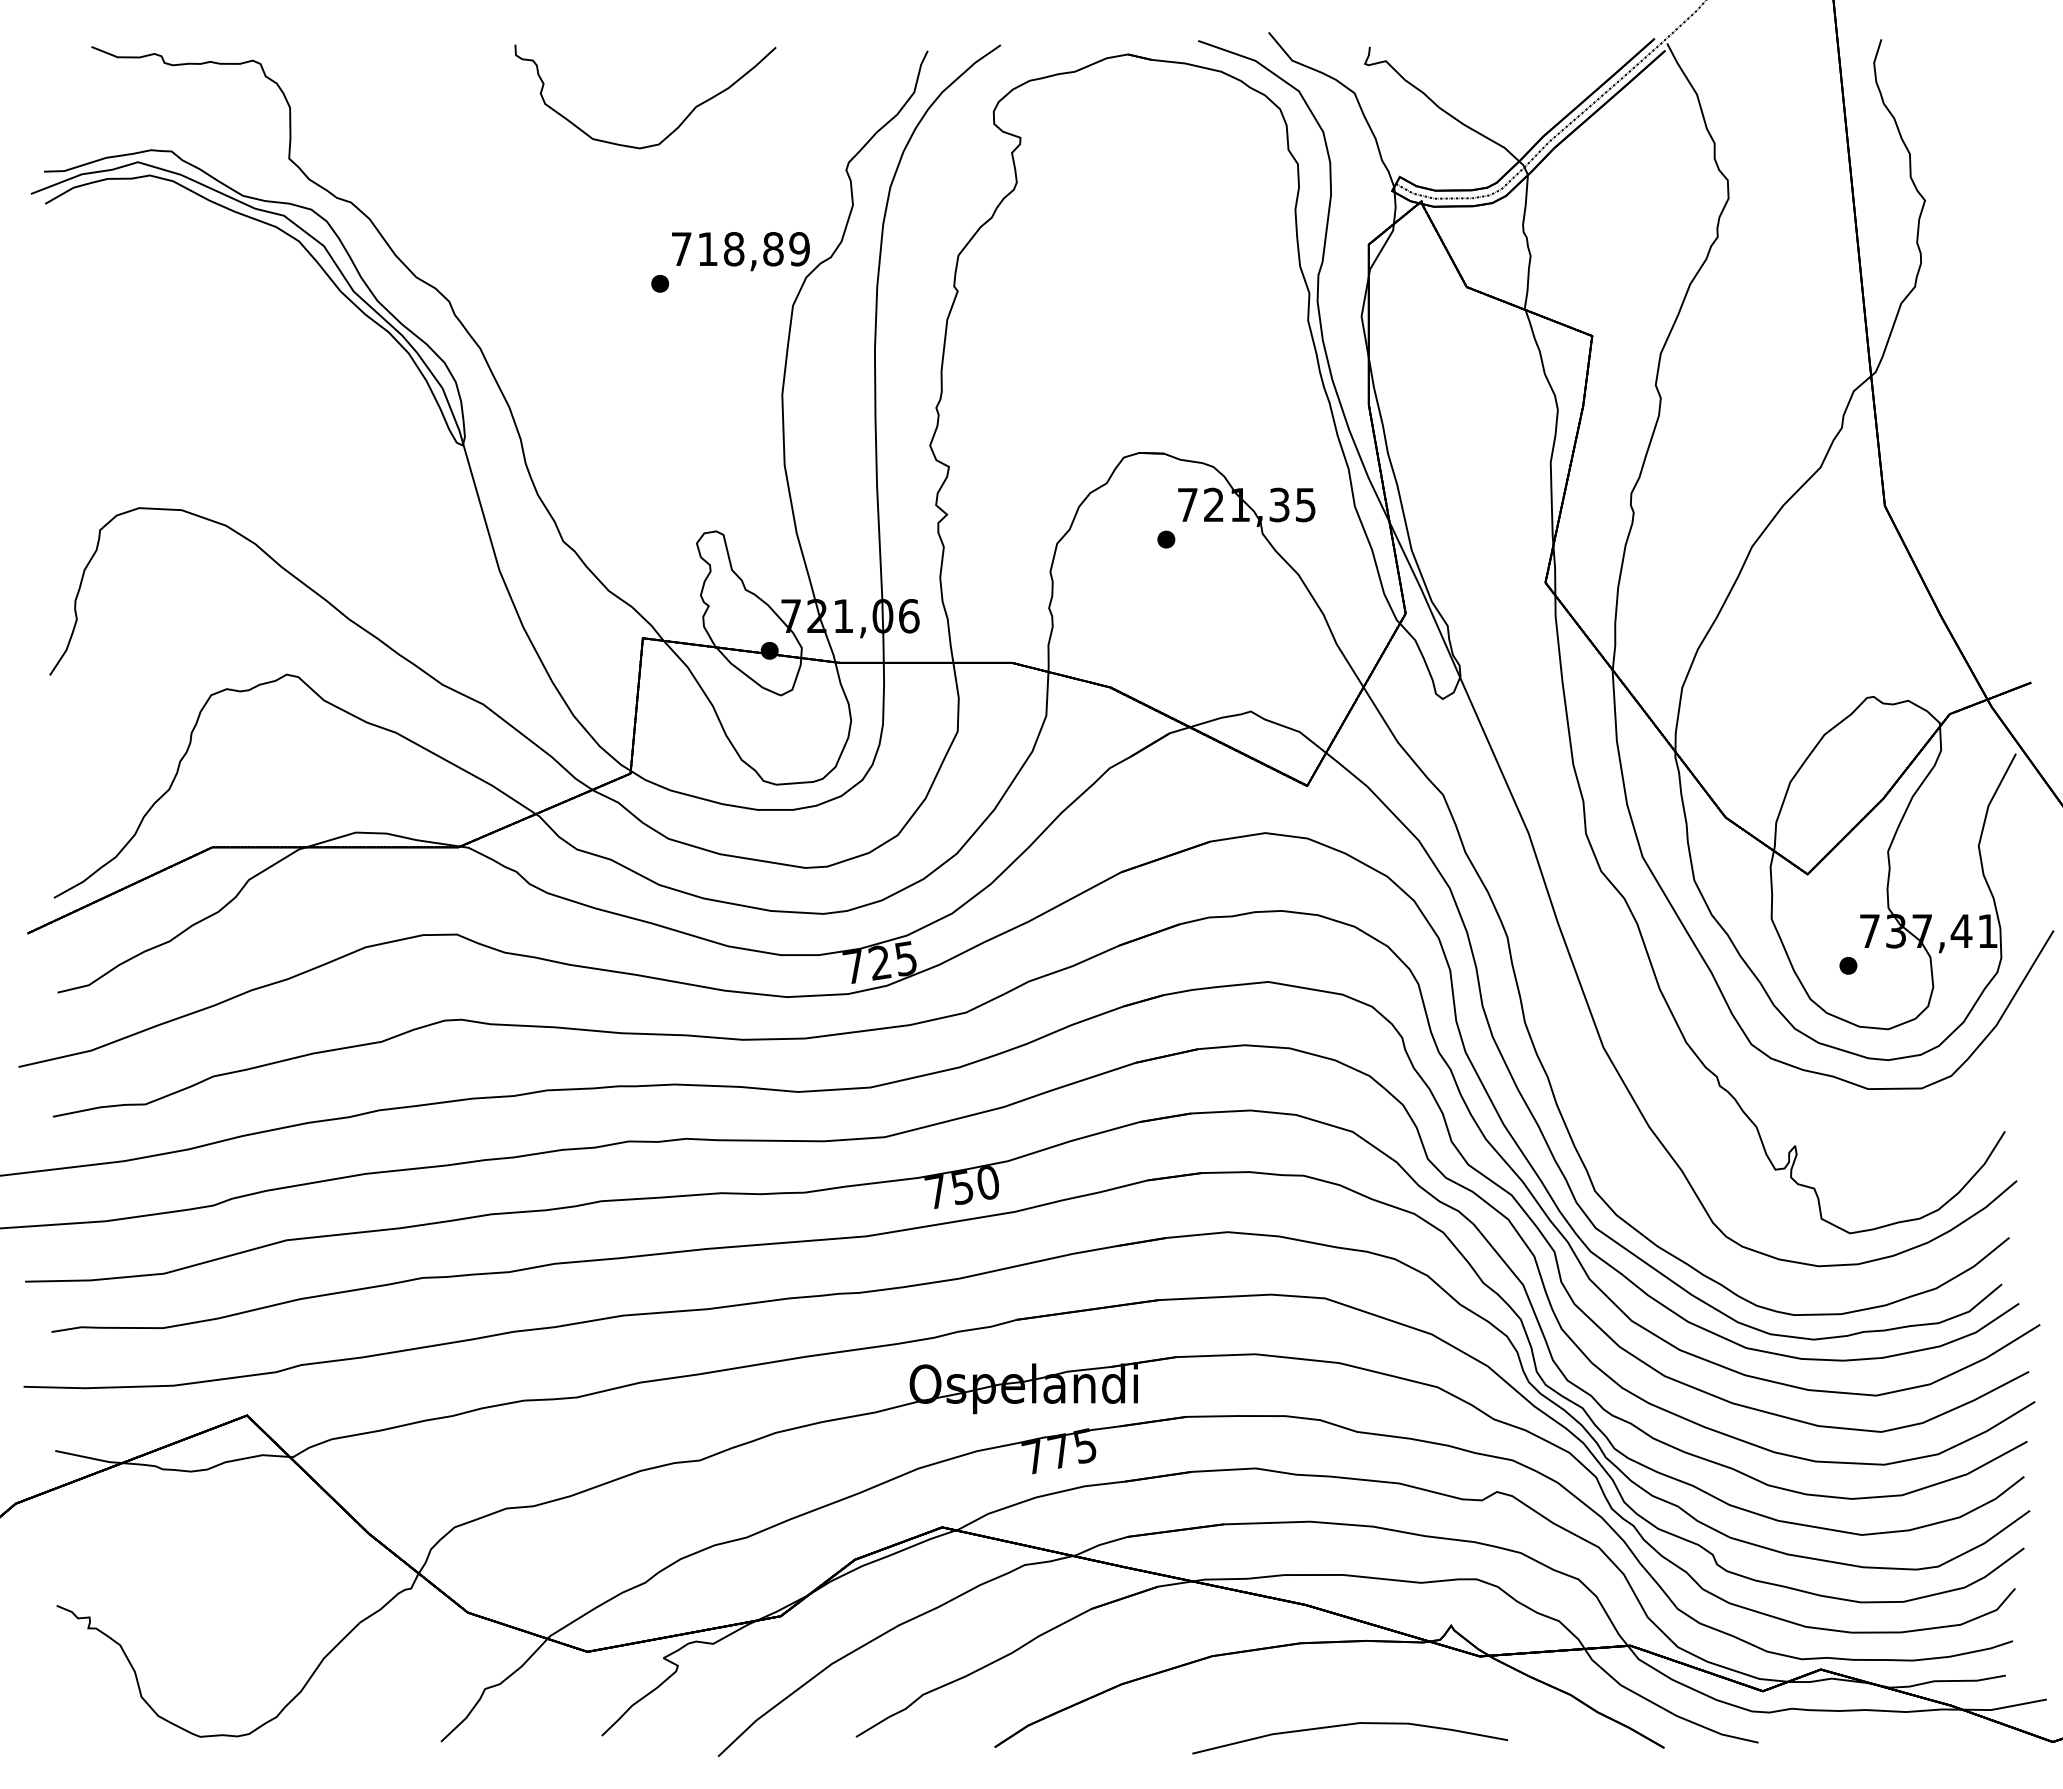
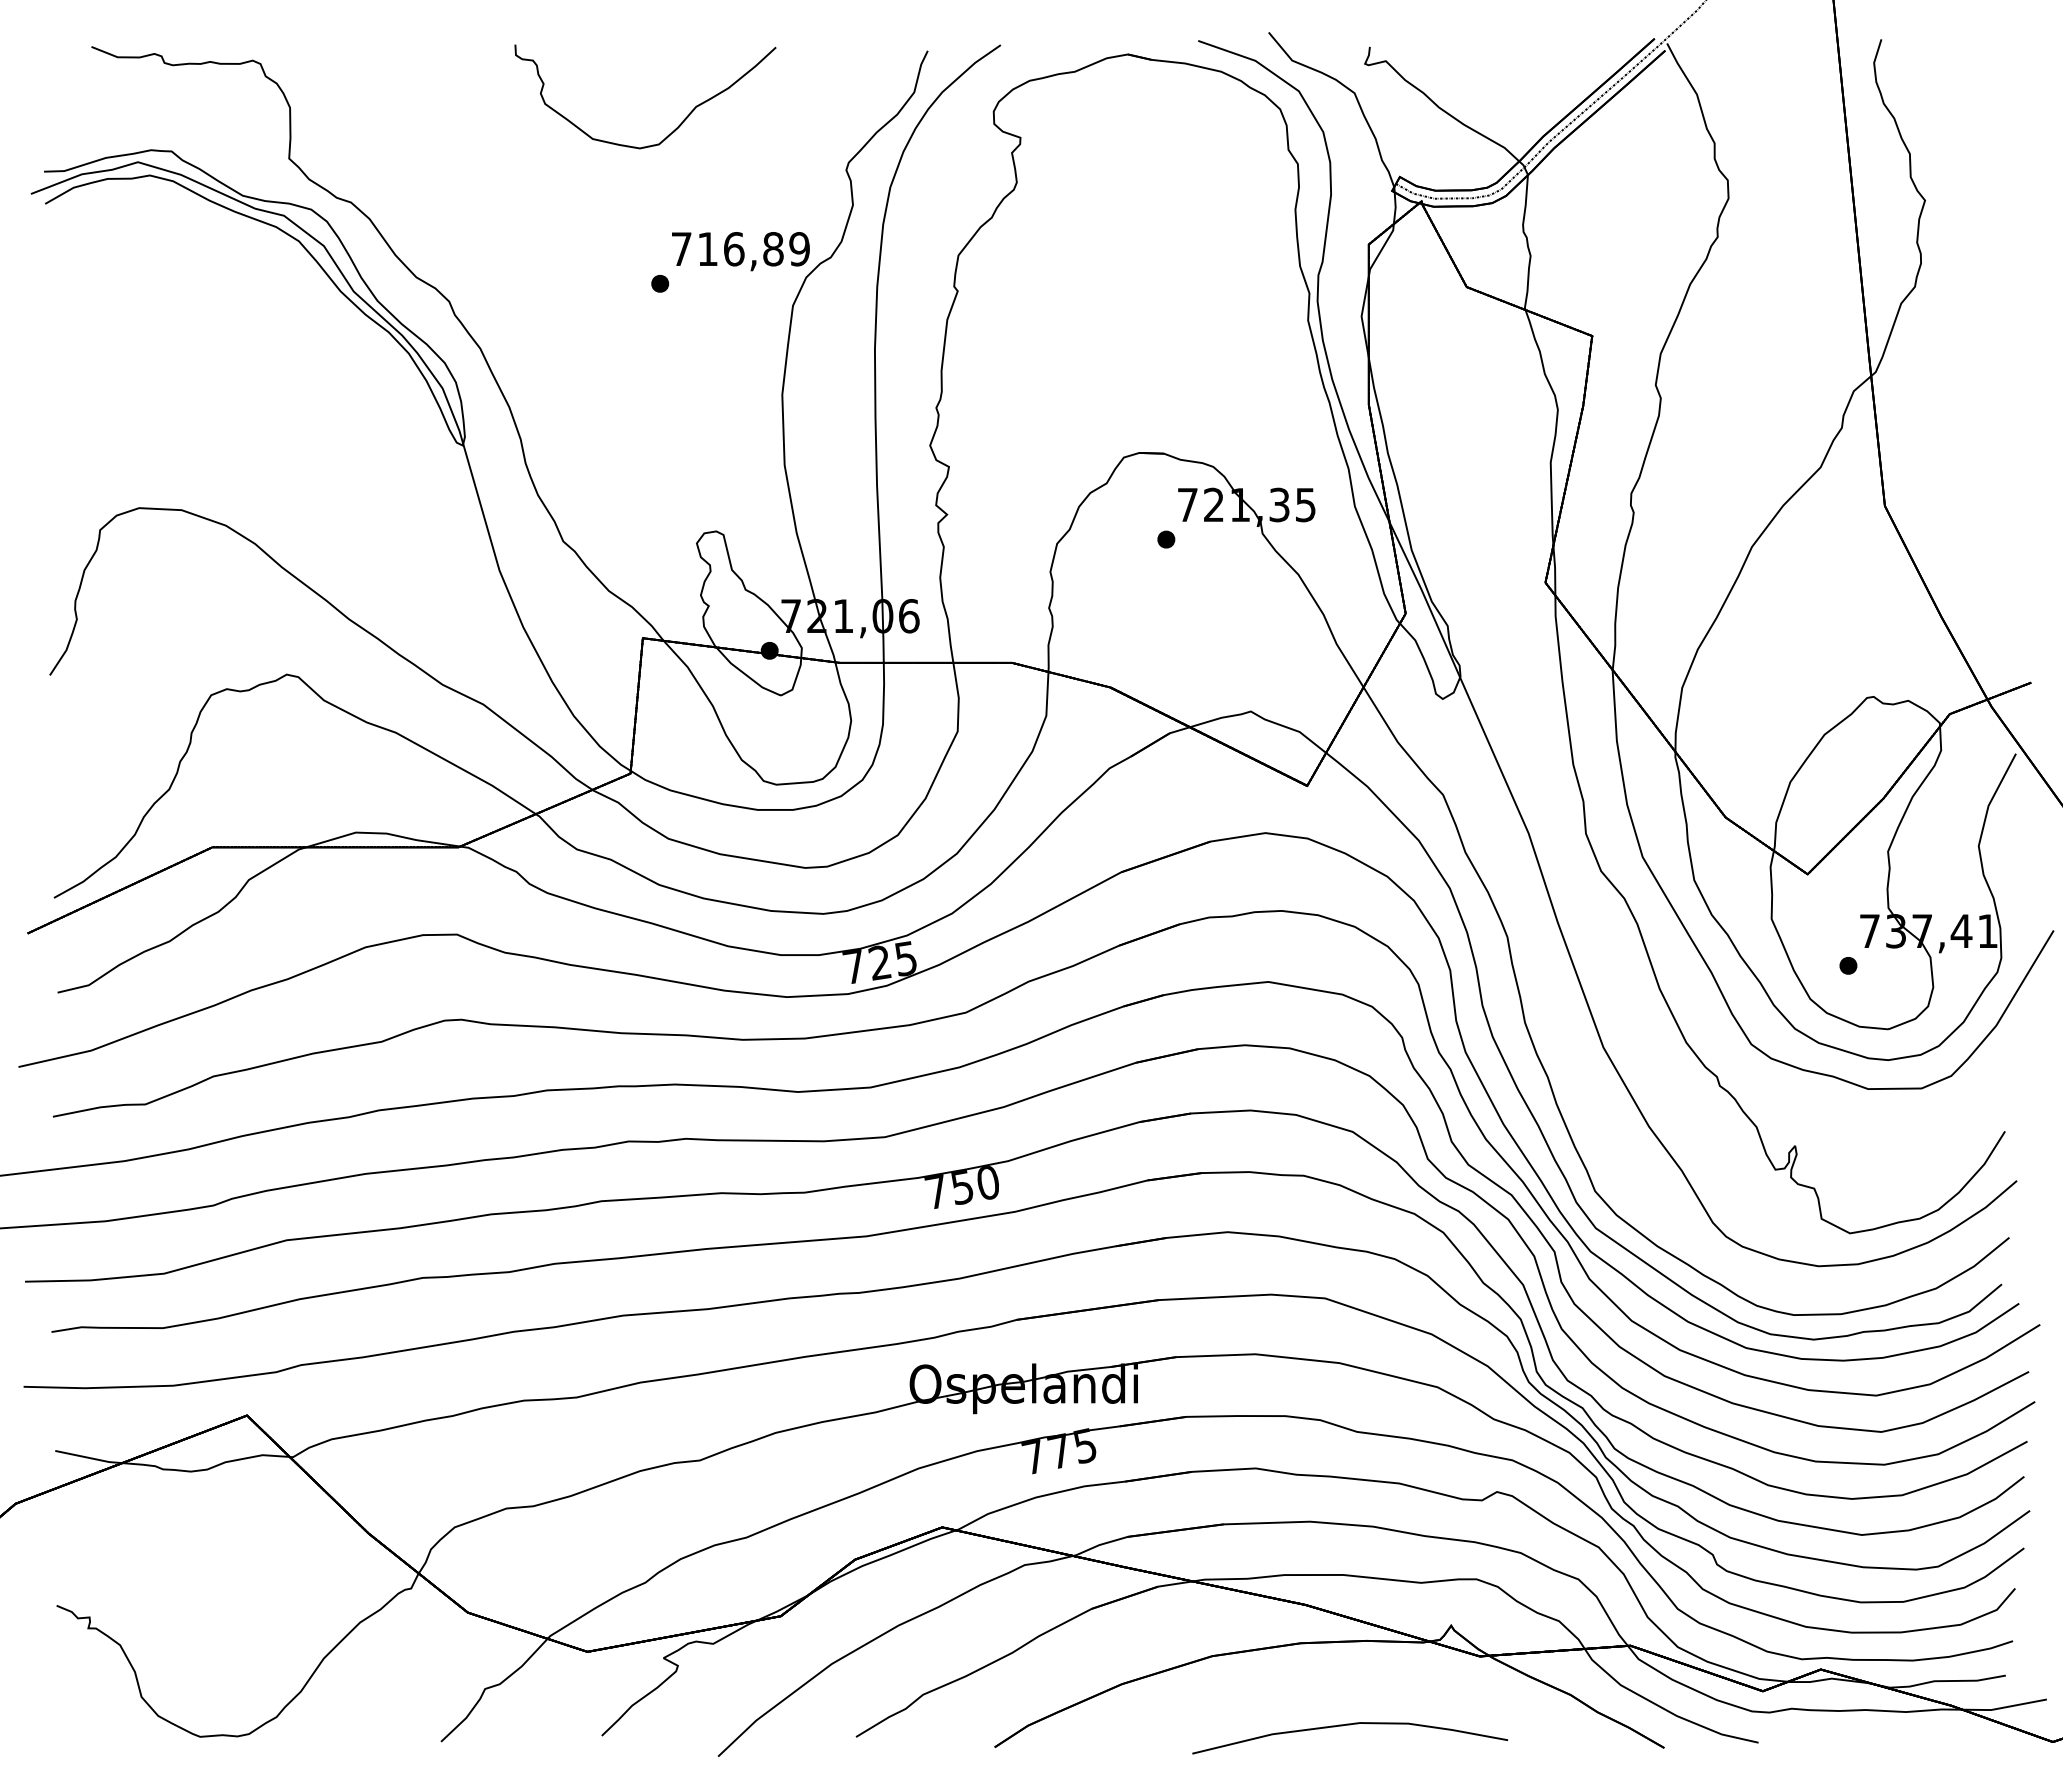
text at (733, 249): 718,89 -> 716,89
